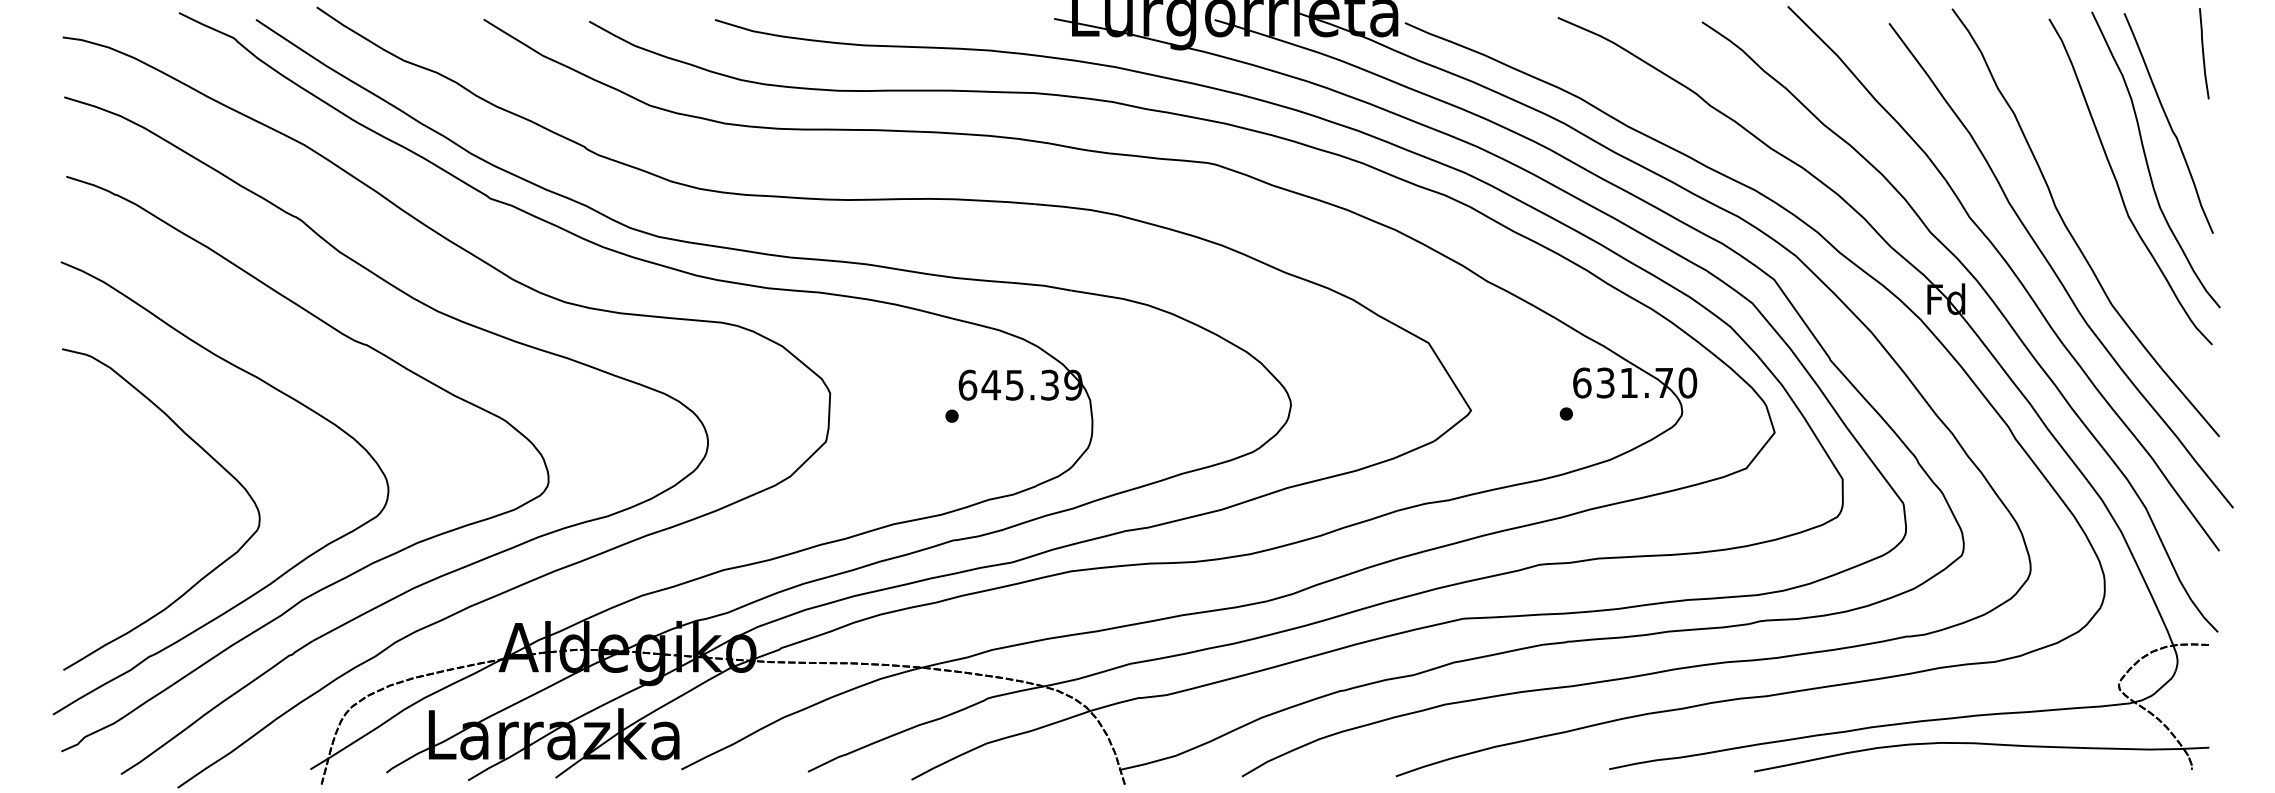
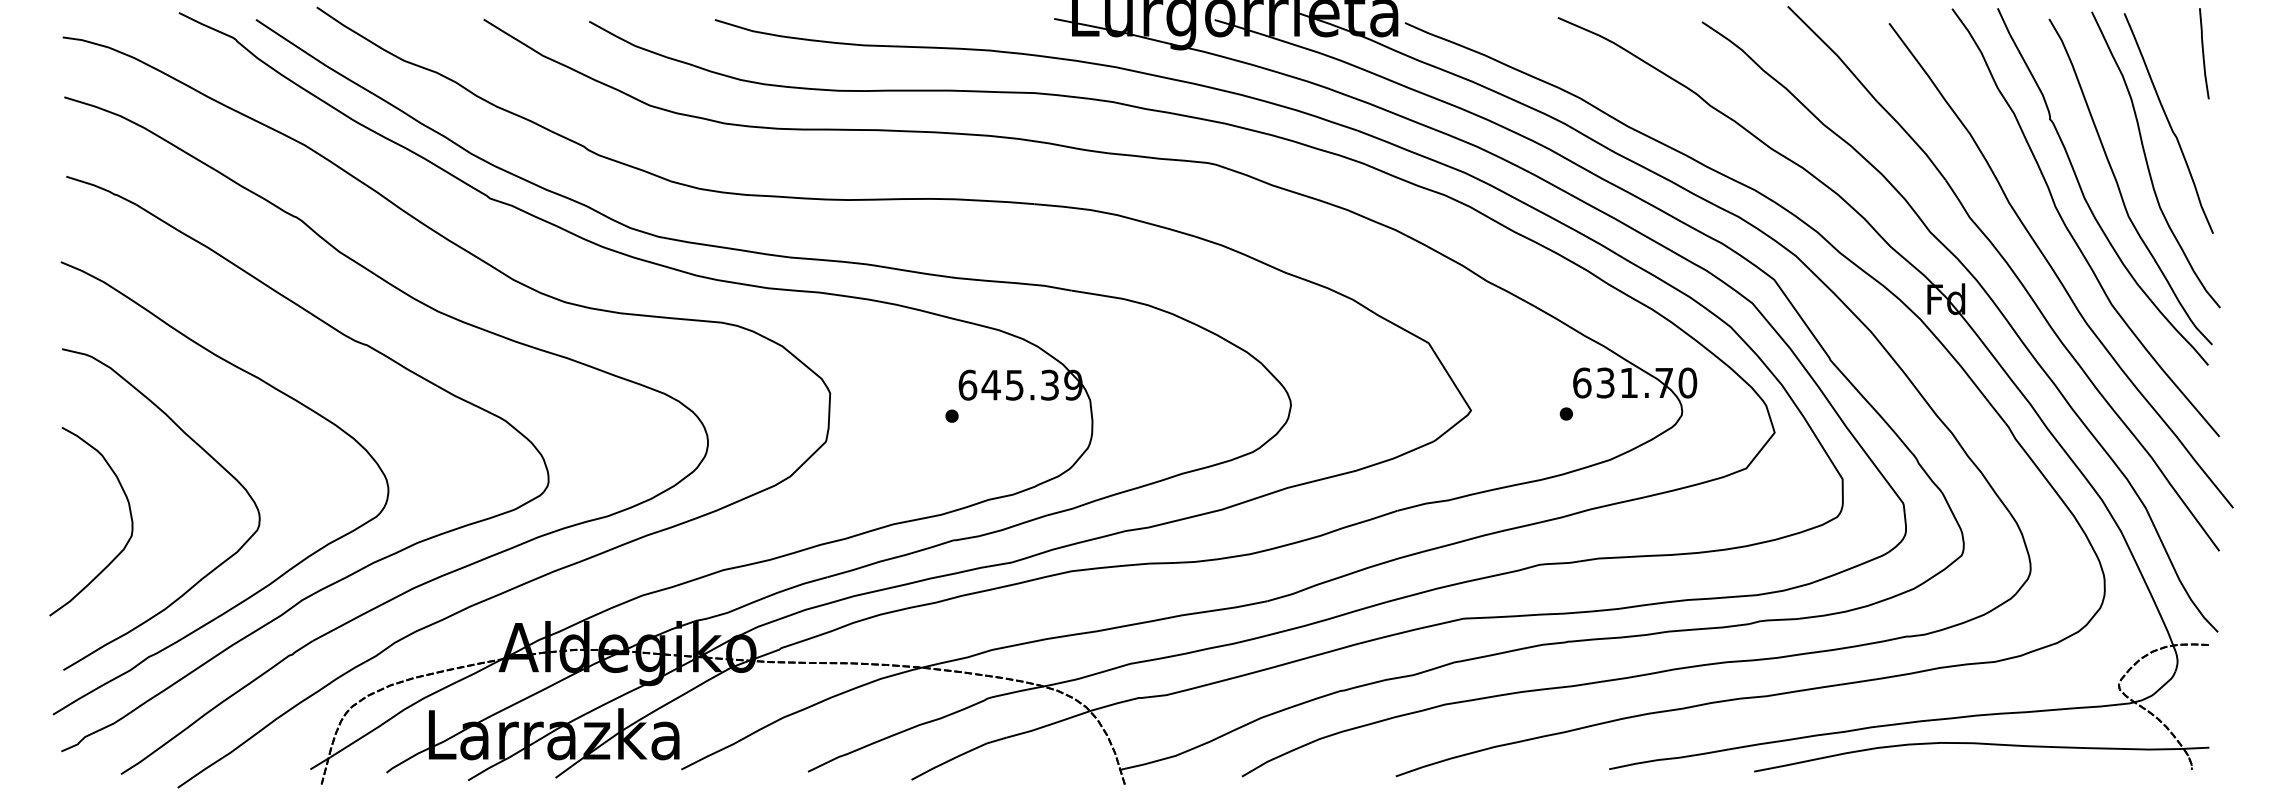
curve at (2084, 194): none -> present
curve at (129, 512): none -> present
